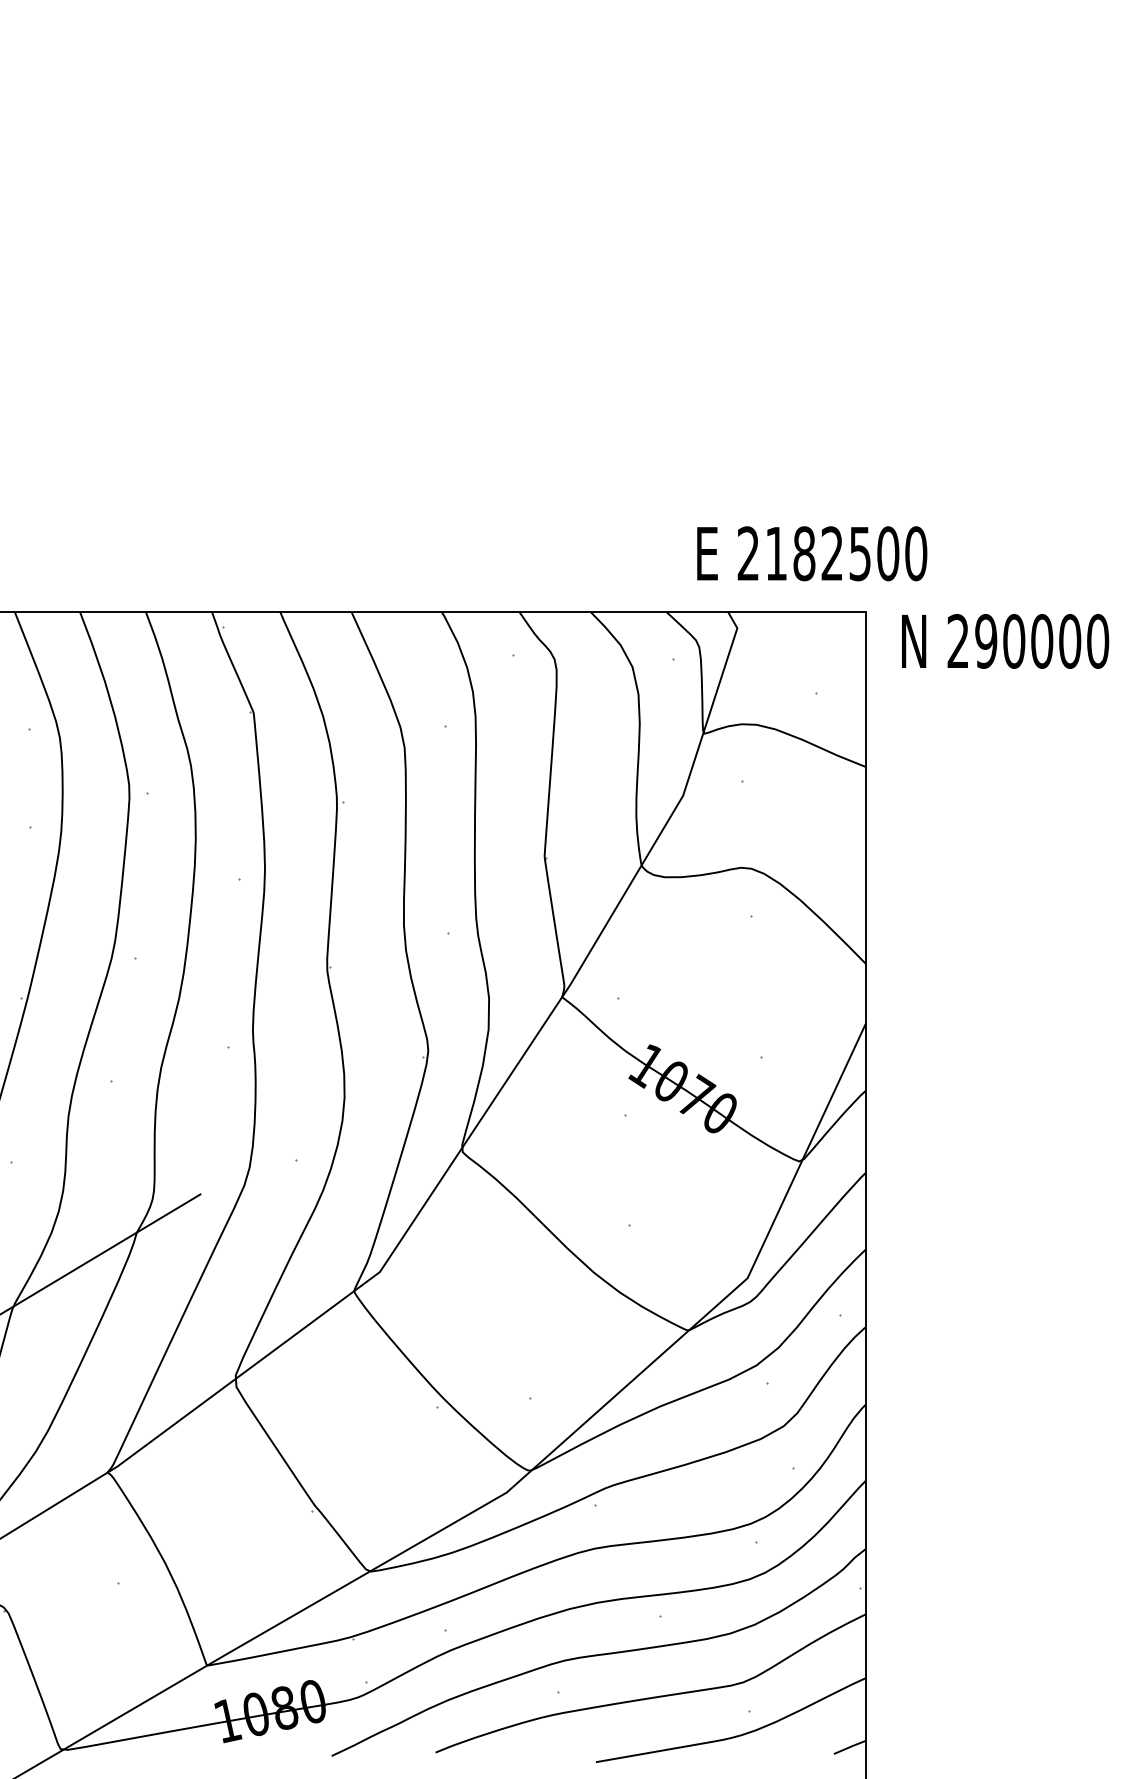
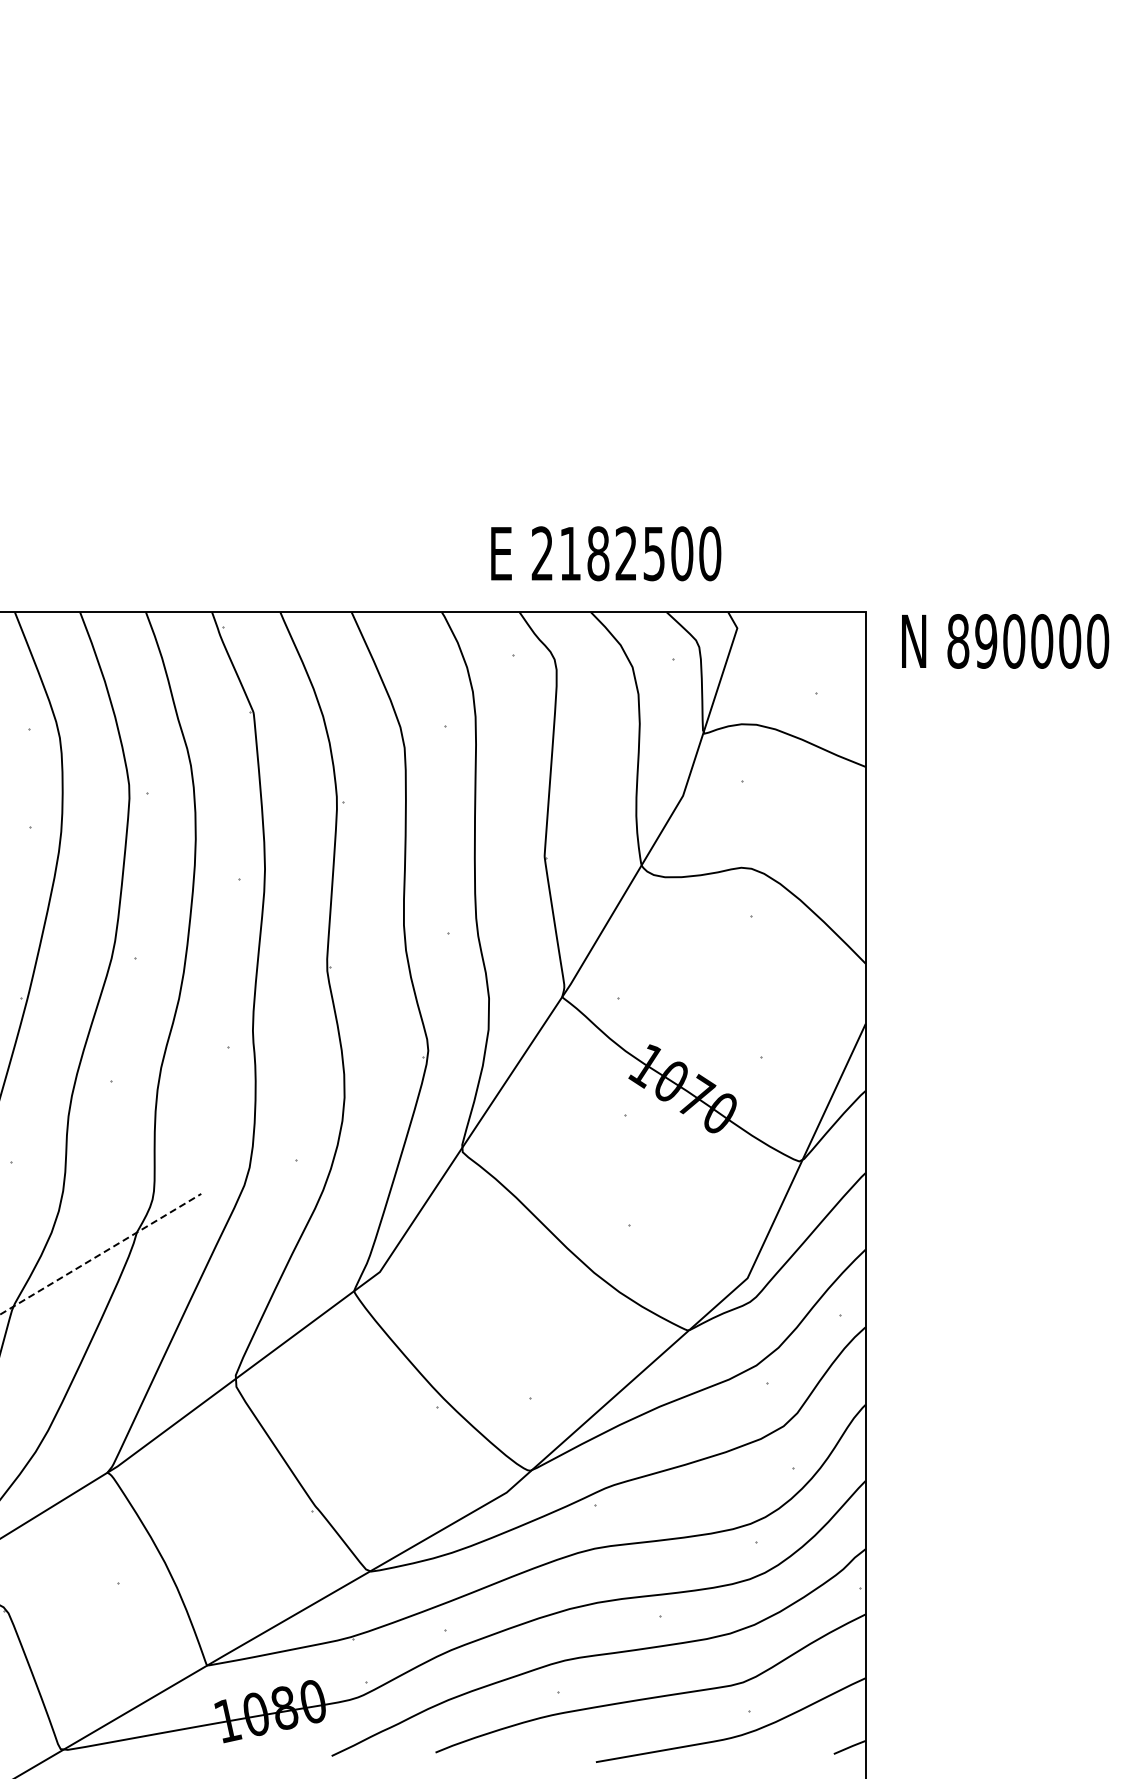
text at (812, 553) position: (812, 553) -> (606, 553)
text at (958, 641): 290000 -> 890000
line at (101, 1254): solid -> dashed
